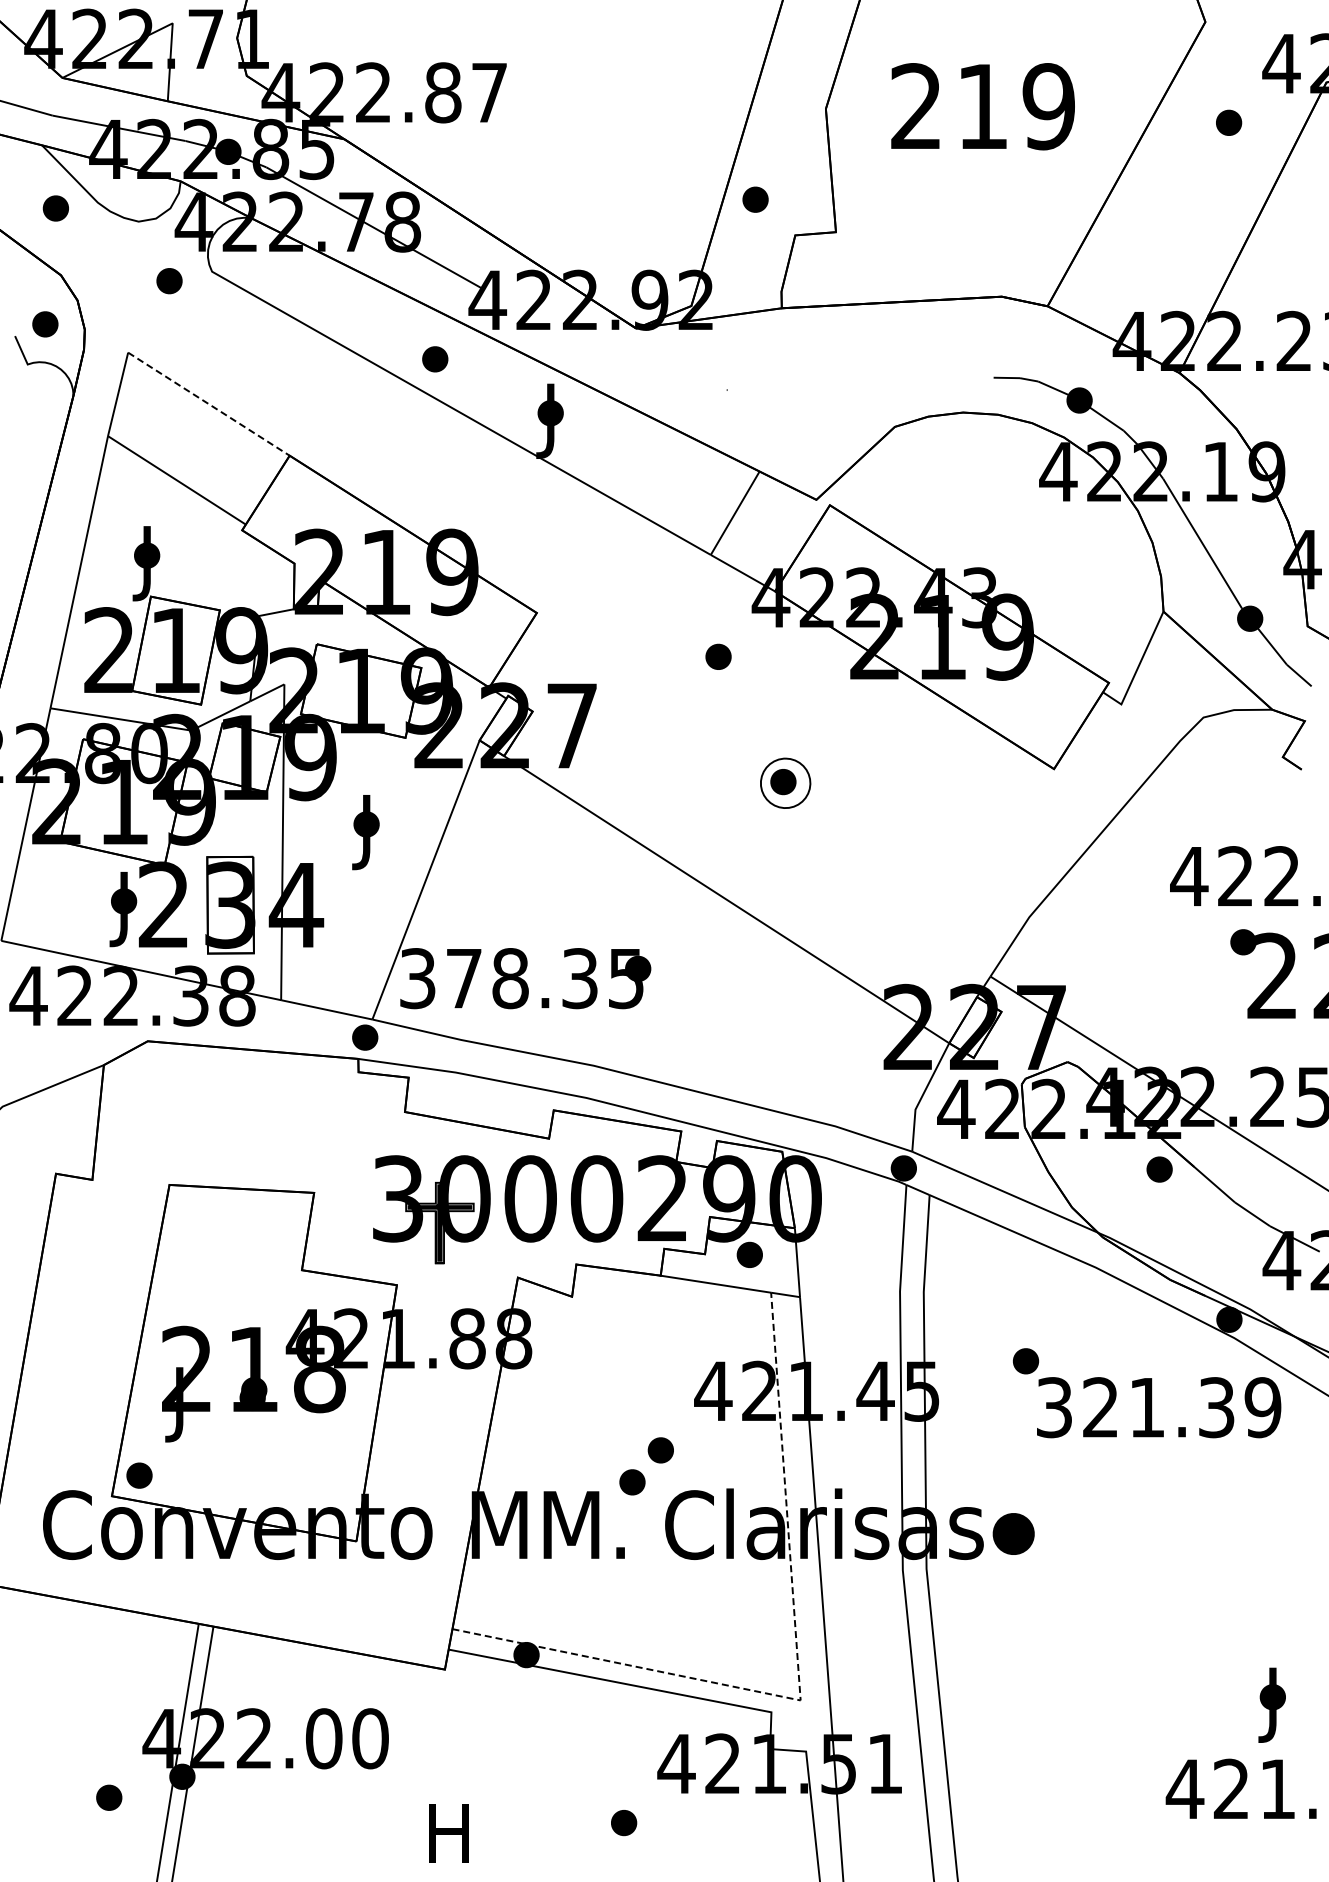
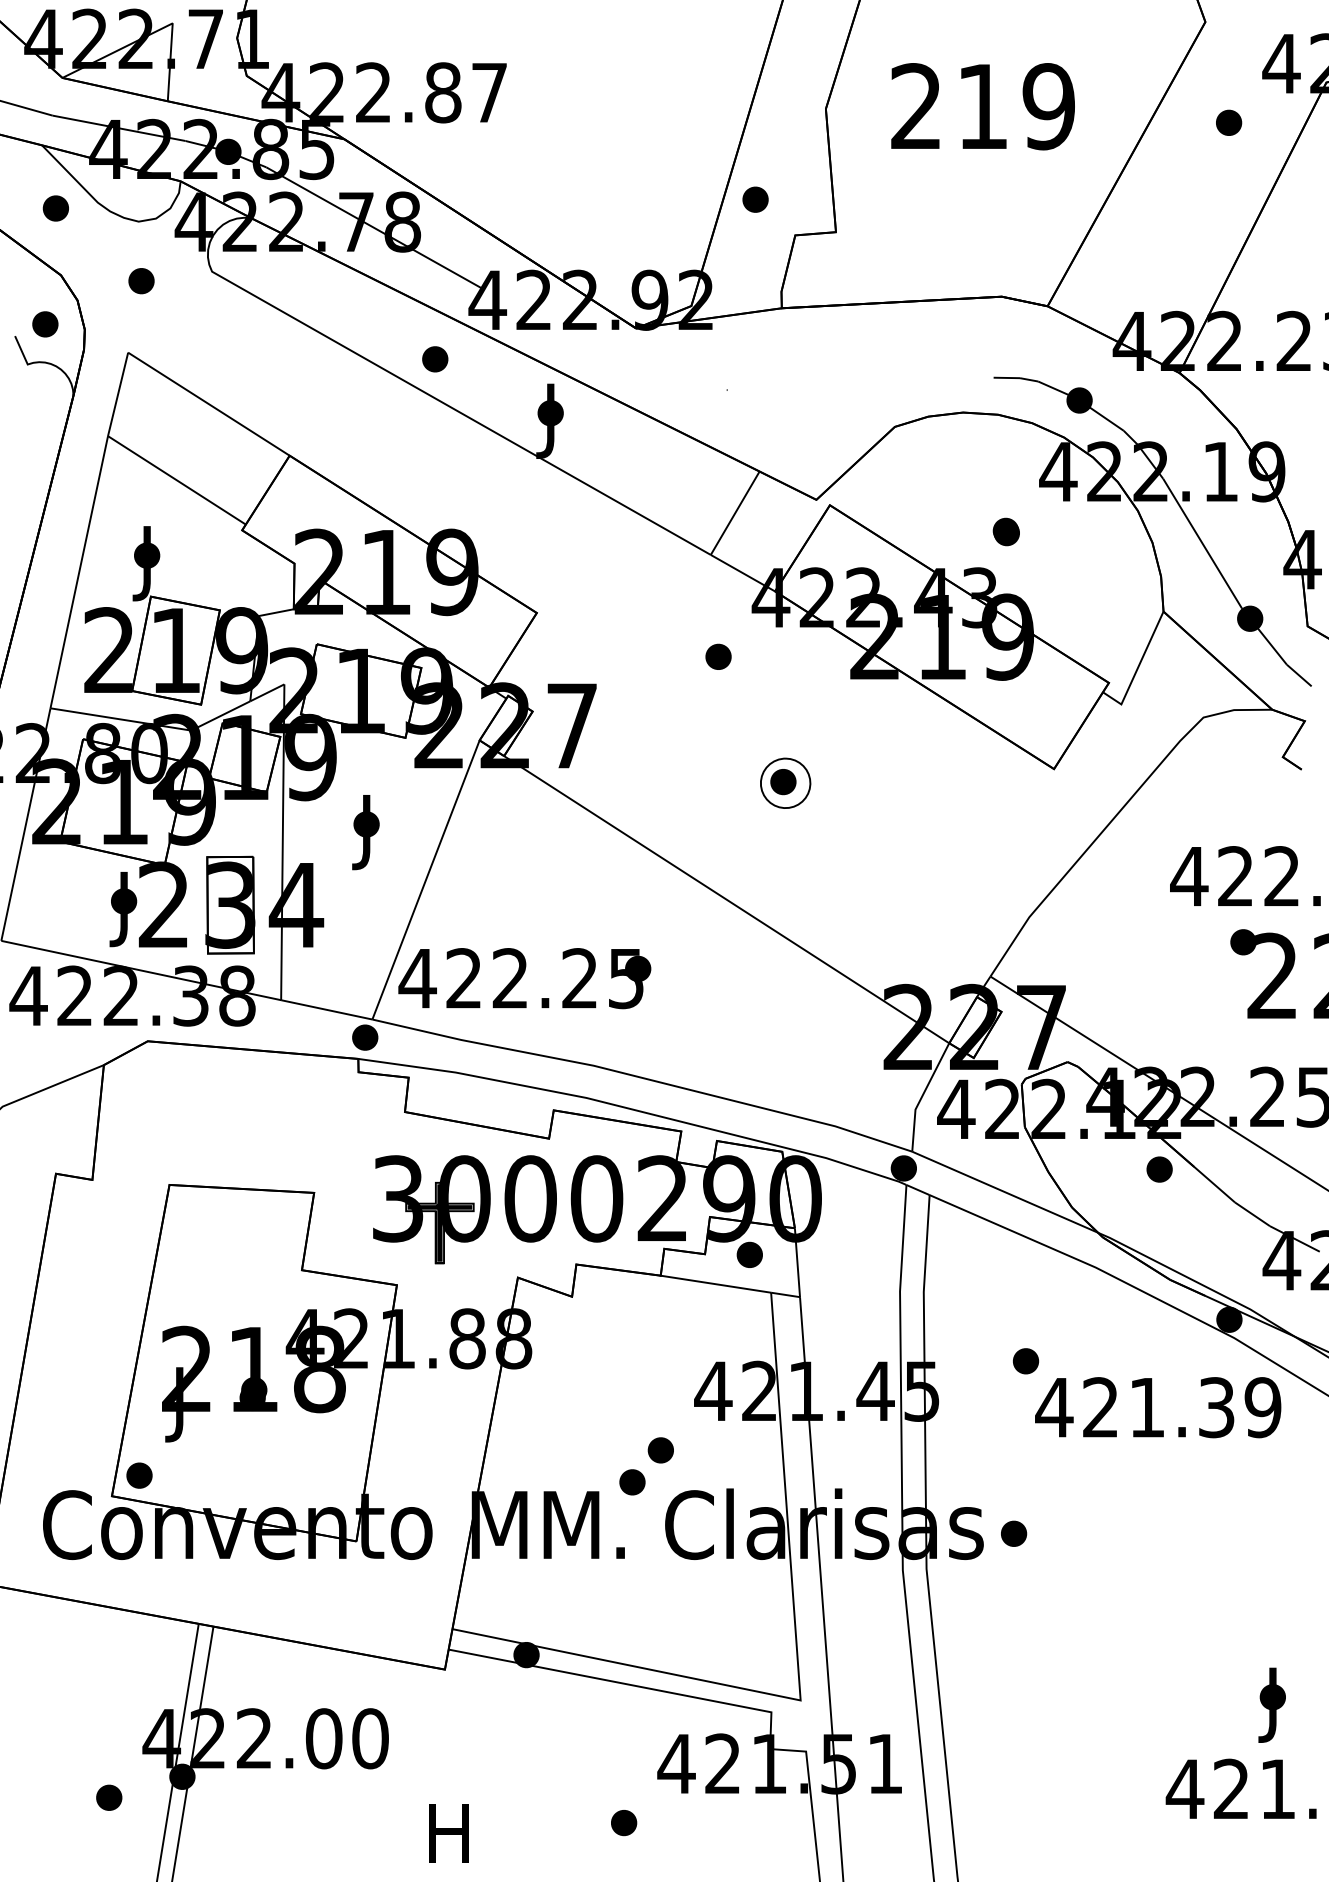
part at (169, 281) position: (169, 281) -> (141, 281)
line at (208, 404): dashed -> solid
part at (1005, 531): none -> present
text at (497, 978): 378.35 -> 422.25
text at (1054, 1407): 321.39 -> 421.39
part at (1013, 1533) size: 43x42 px -> 27x27 px
line at (798, 1674): dashed -> solid
